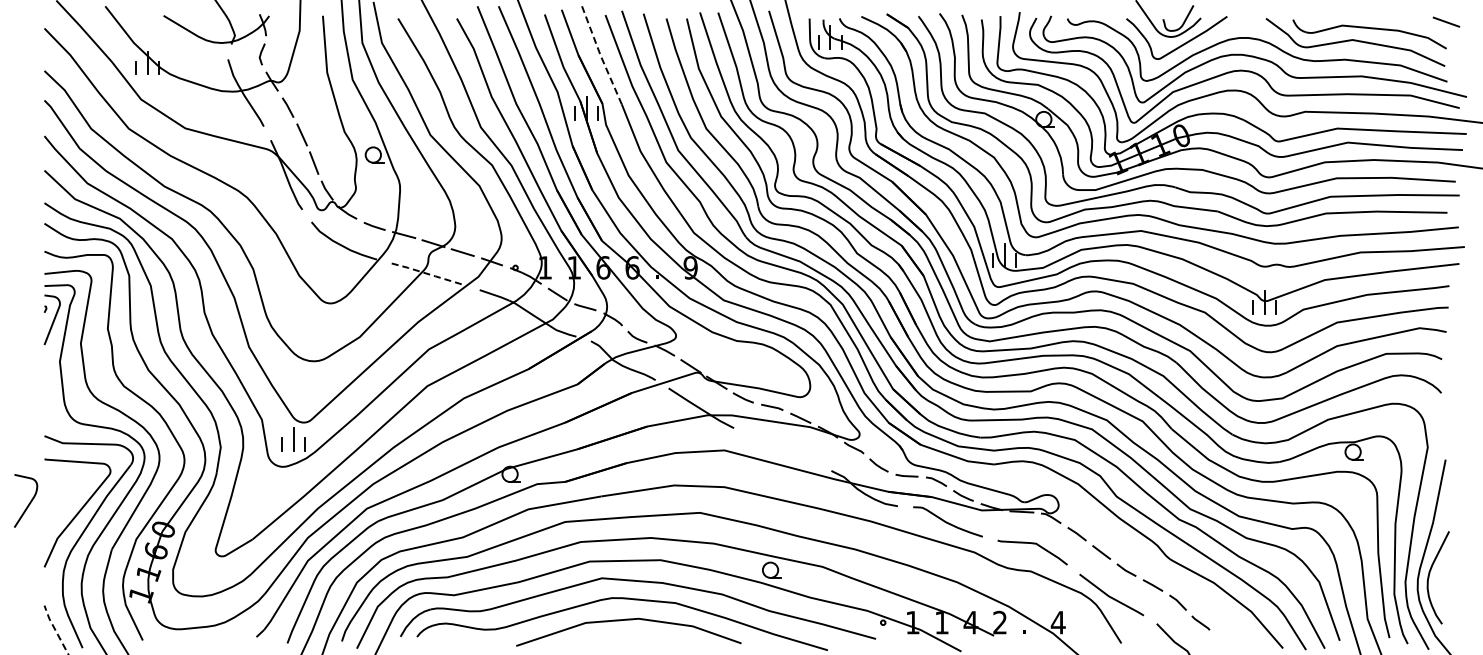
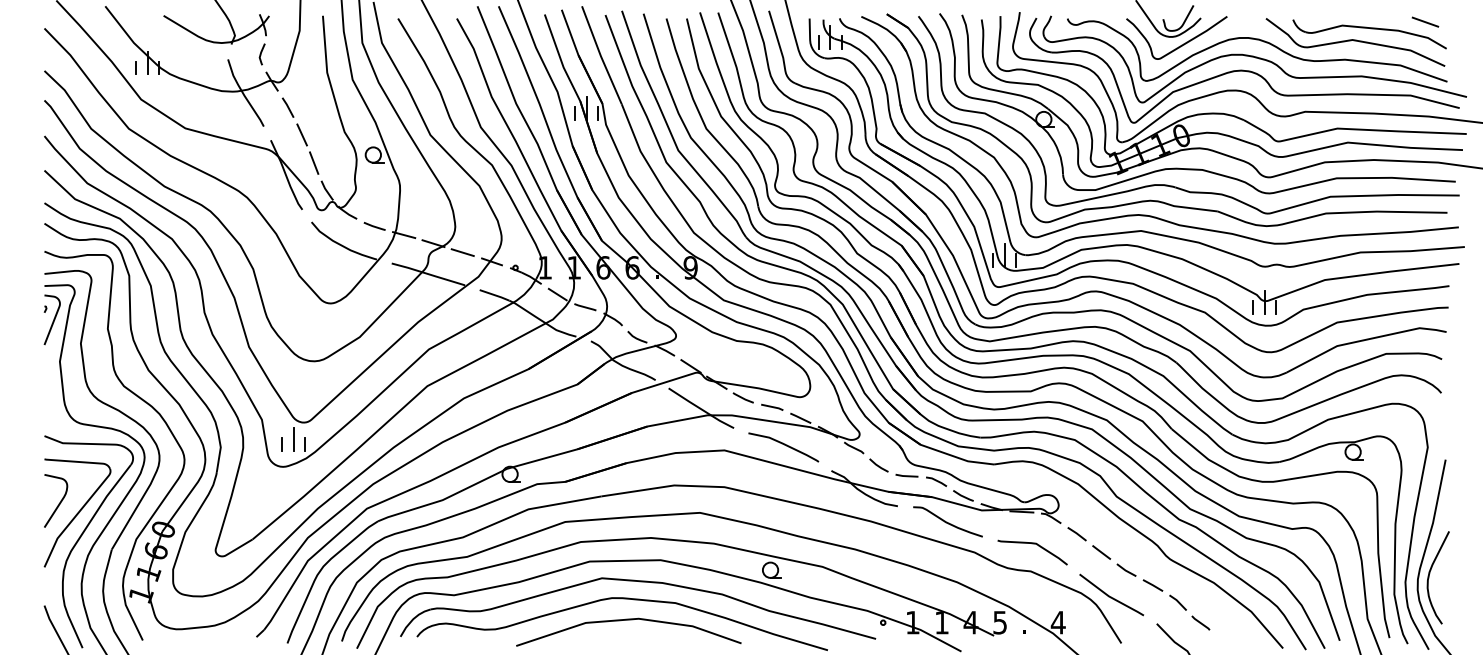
line at (1446, 21) position: (1446, 21) -> (1425, 21)
line at (600, 56): dashed -> solid
line at (427, 274): dashed -> solid
curve at (784, 445): none -> present
curve at (29, 502) position: (29, 502) -> (59, 502)
text at (999, 622): 2 -> 5
line at (55, 629): dashed -> solid
